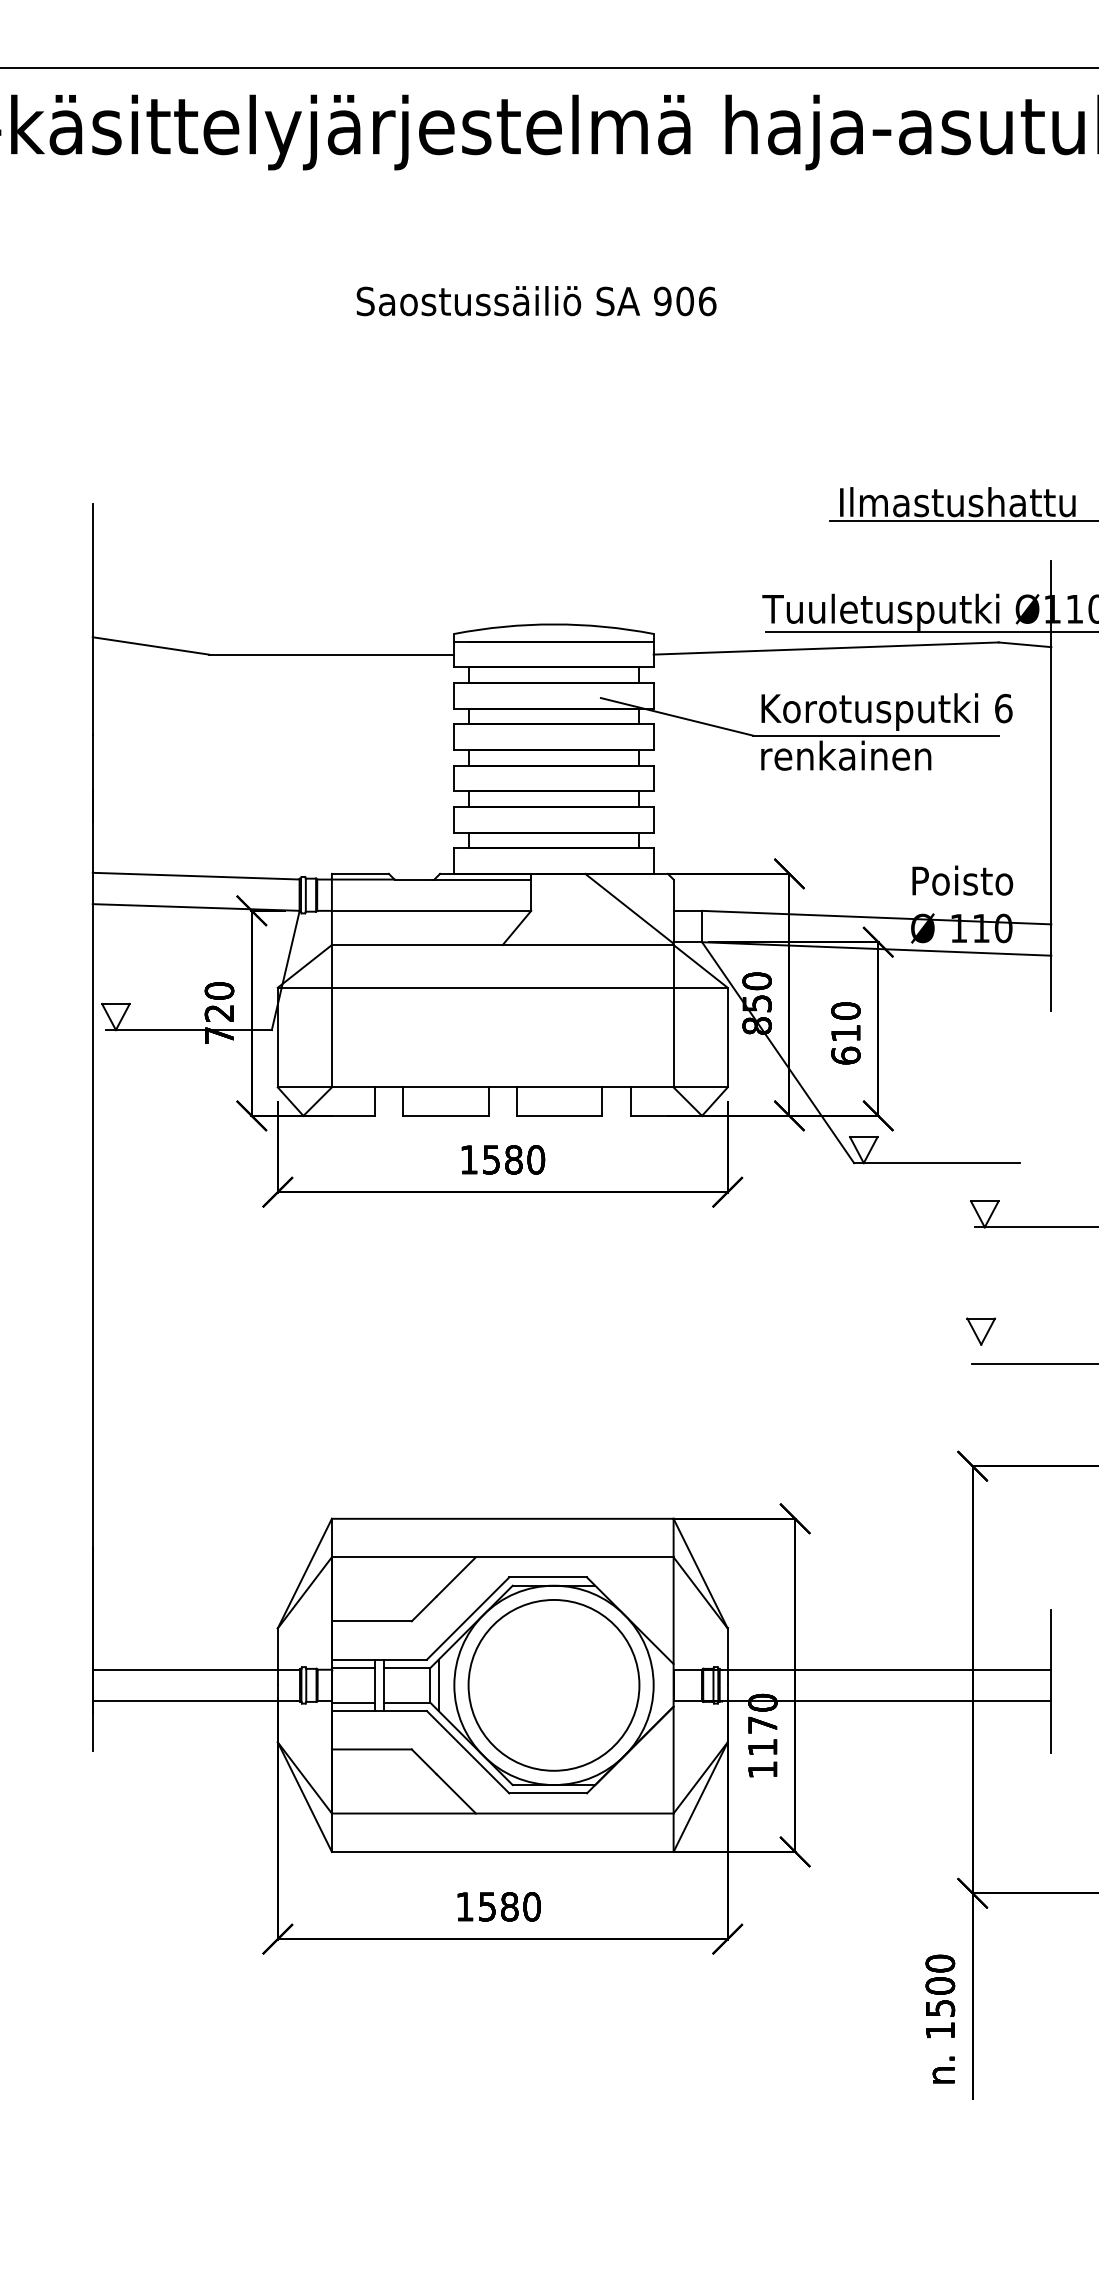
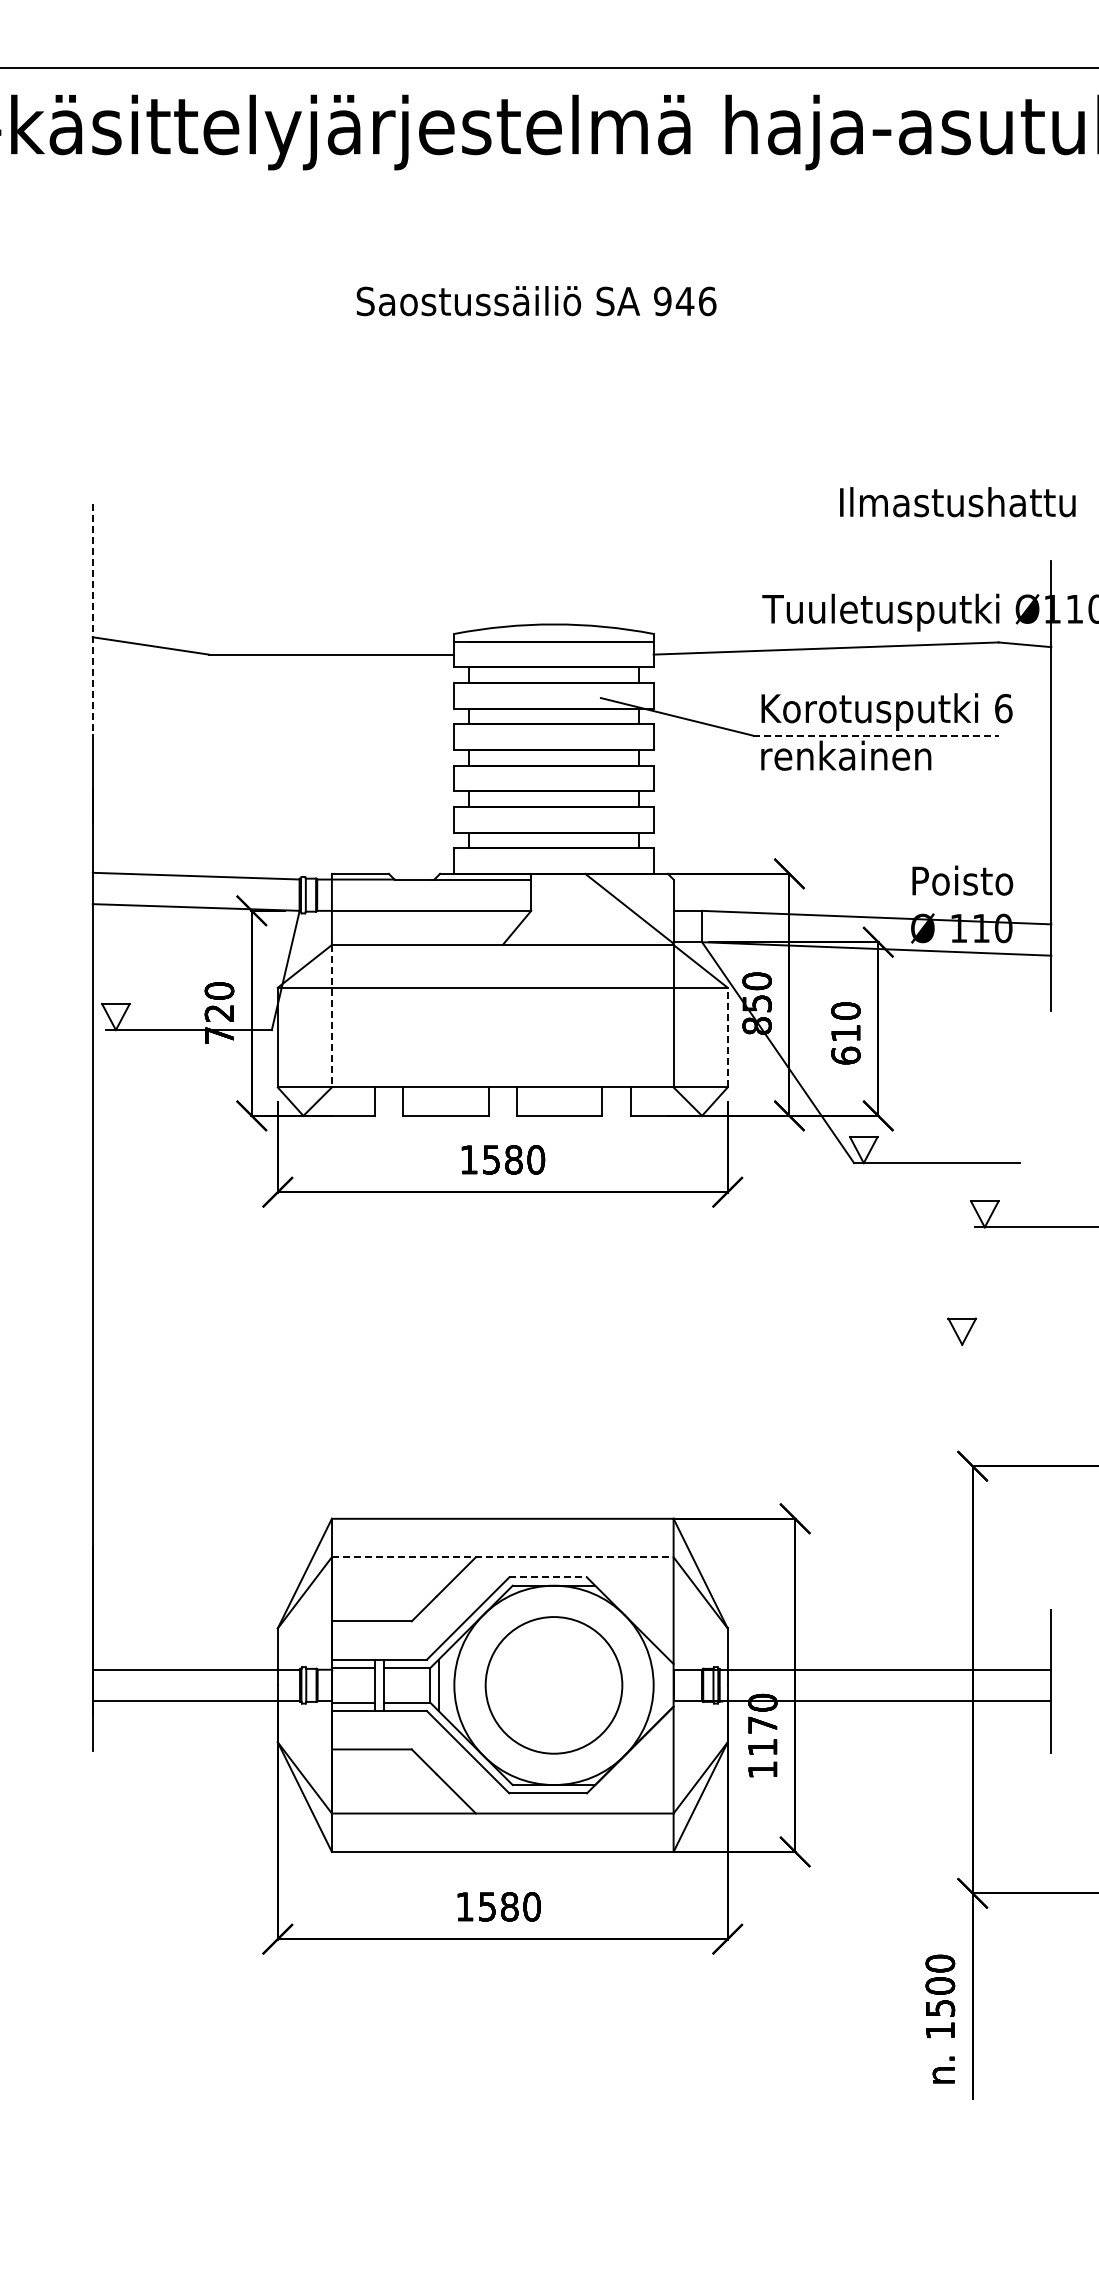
text at (684, 301): 906 -> 946
line at (962, 521): present -> none
line at (92, 619): solid -> dashed
line at (930, 632): present -> none
line at (875, 735): solid -> dashed
line at (331, 1016): solid -> dashed
line at (727, 1037): solid -> dashed
part at (981, 1331) position: (981, 1331) -> (962, 1331)
line at (1032, 1363): present -> none
line at (502, 1557): solid -> dashed
line at (548, 1577): solid -> dashed
circle at (553, 1684) diameter: 171 px -> 137 px
